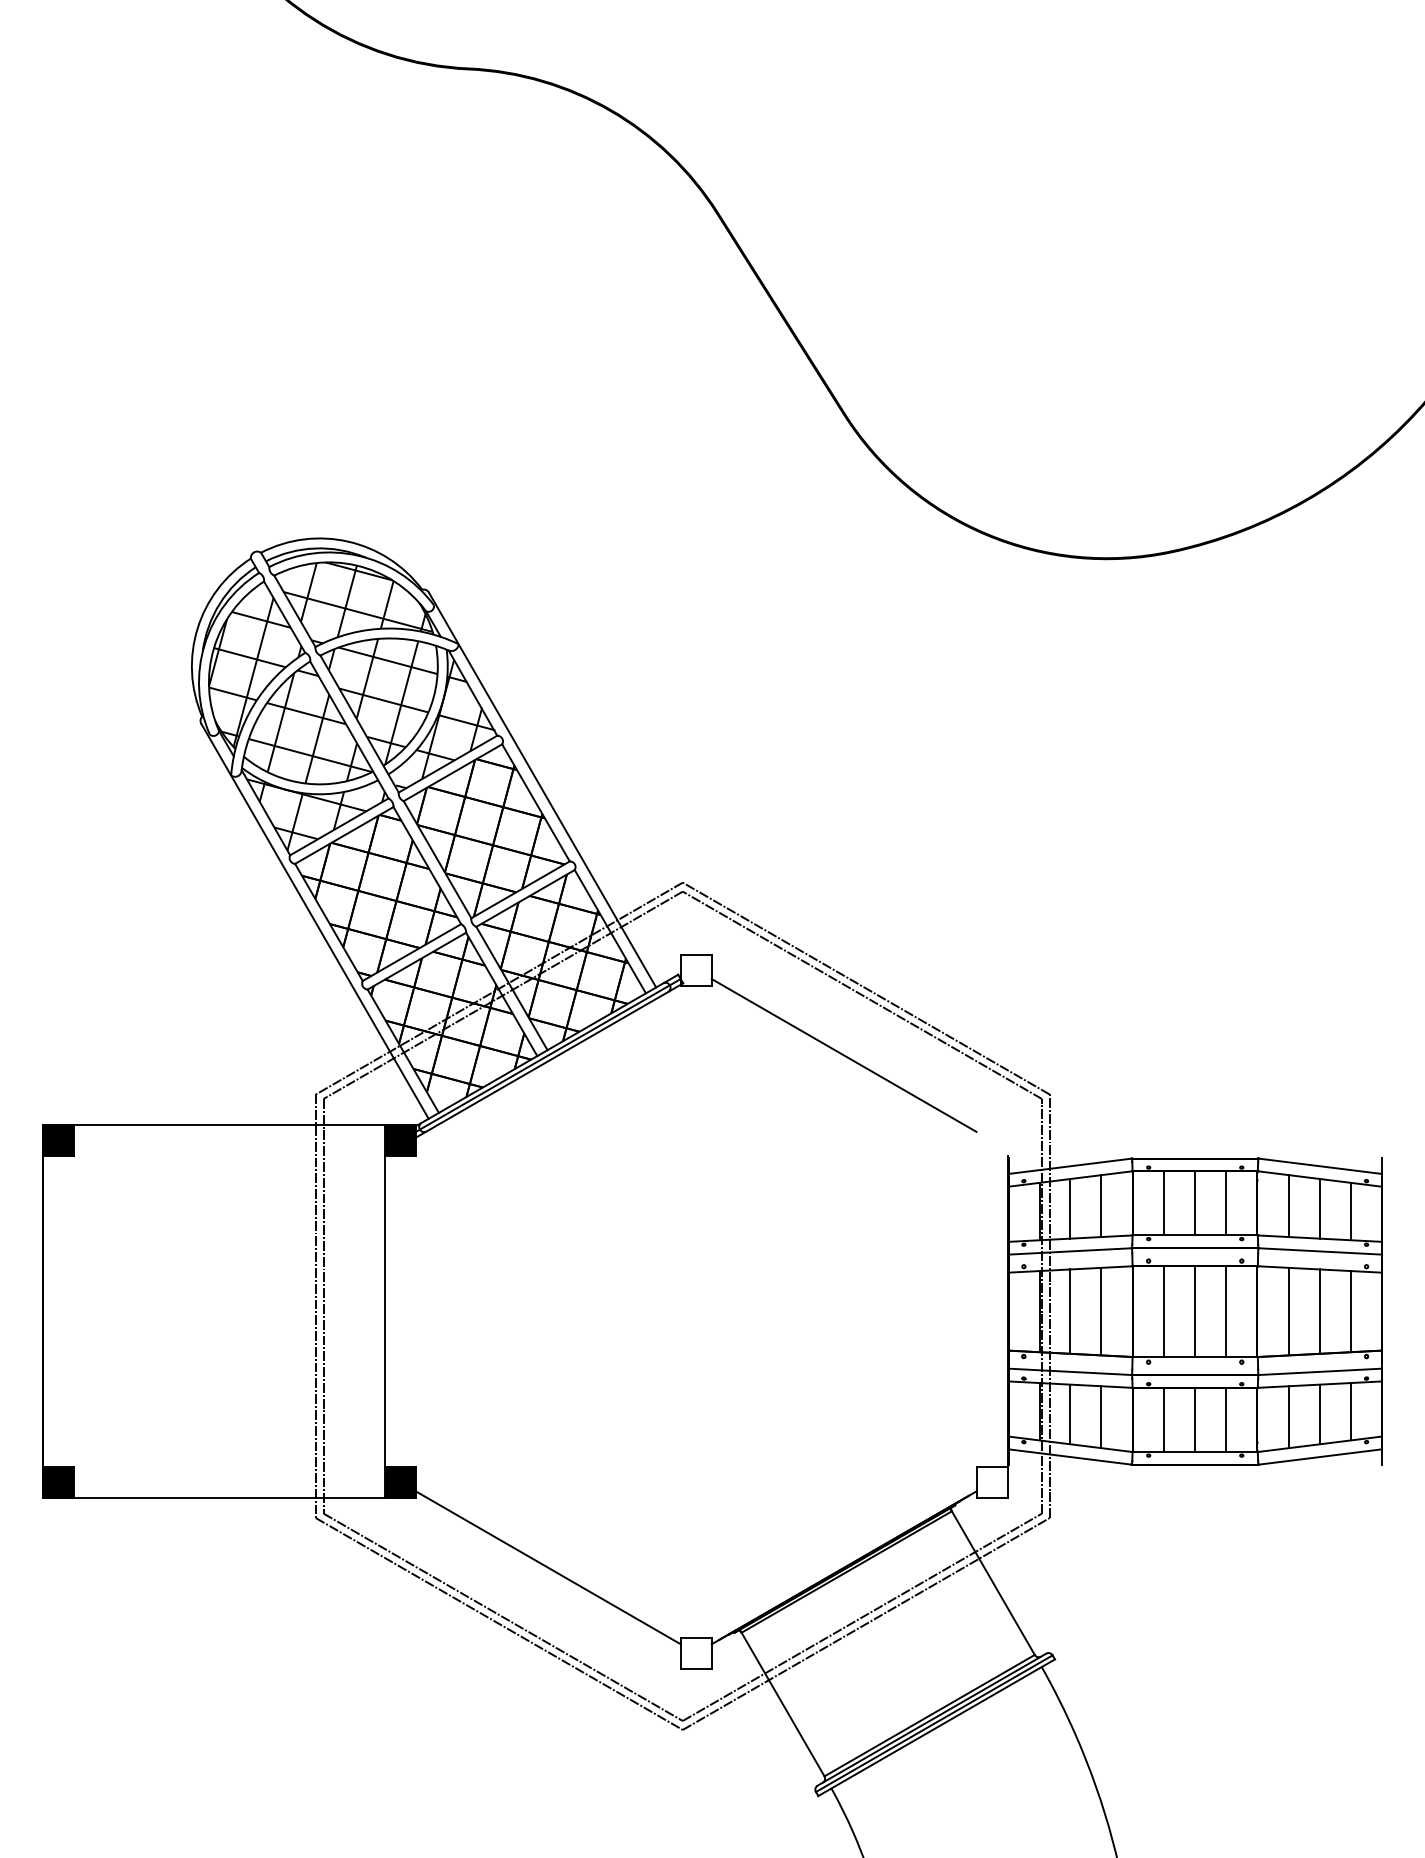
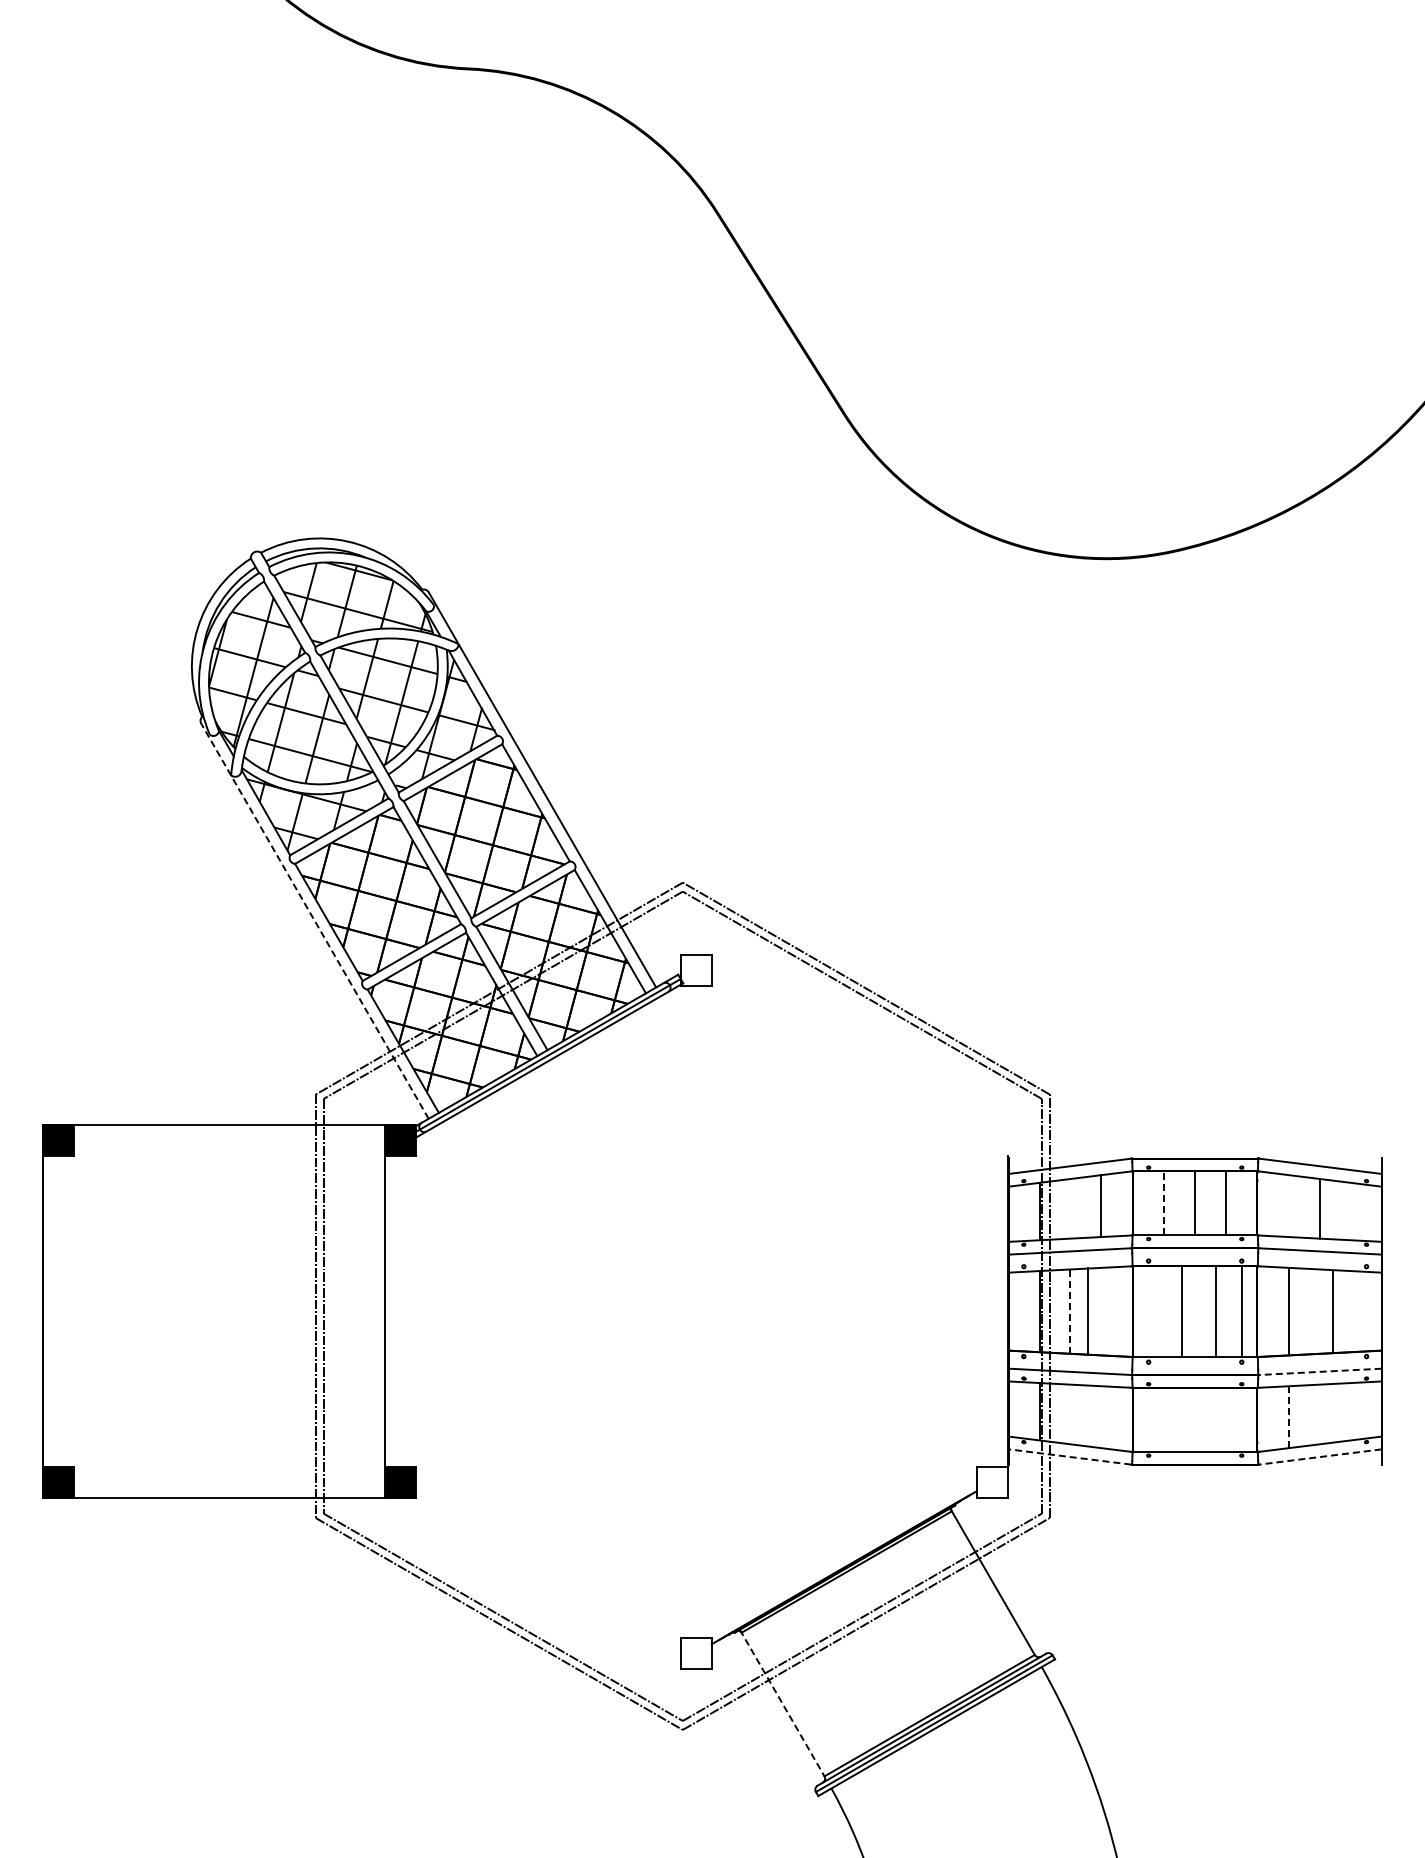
line at (315, 921): solid -> dashed
line at (843, 1055): present -> none
line at (1164, 1202): solid -> dashed
line at (1289, 1206): present -> none
line at (1070, 1208): present -> none
line at (1350, 1211): present -> none
line at (1070, 1311): solid -> dashed
line at (1101, 1311) position: (1101, 1311) -> (1088, 1311)
line at (1164, 1311) position: (1164, 1311) -> (1182, 1311)
line at (1195, 1311) position: (1195, 1311) -> (1216, 1311)
line at (1226, 1311) position: (1226, 1311) -> (1242, 1311)
line at (1320, 1311): present -> none
line at (1350, 1311) position: (1350, 1311) -> (1332, 1311)
line at (1319, 1371): solid -> dashed
line at (1350, 1411): present -> none
line at (1070, 1414): present -> none
line at (1320, 1414): present -> none
line at (1101, 1417): present -> none
line at (1289, 1417): solid -> dashed
line at (1164, 1419): present -> none
line at (1195, 1419): present -> none
line at (1226, 1419): present -> none
line at (1070, 1456): solid -> dashed
line at (1320, 1456): solid -> dashed
line at (547, 1567): present -> none
line at (782, 1703): solid -> dashed
